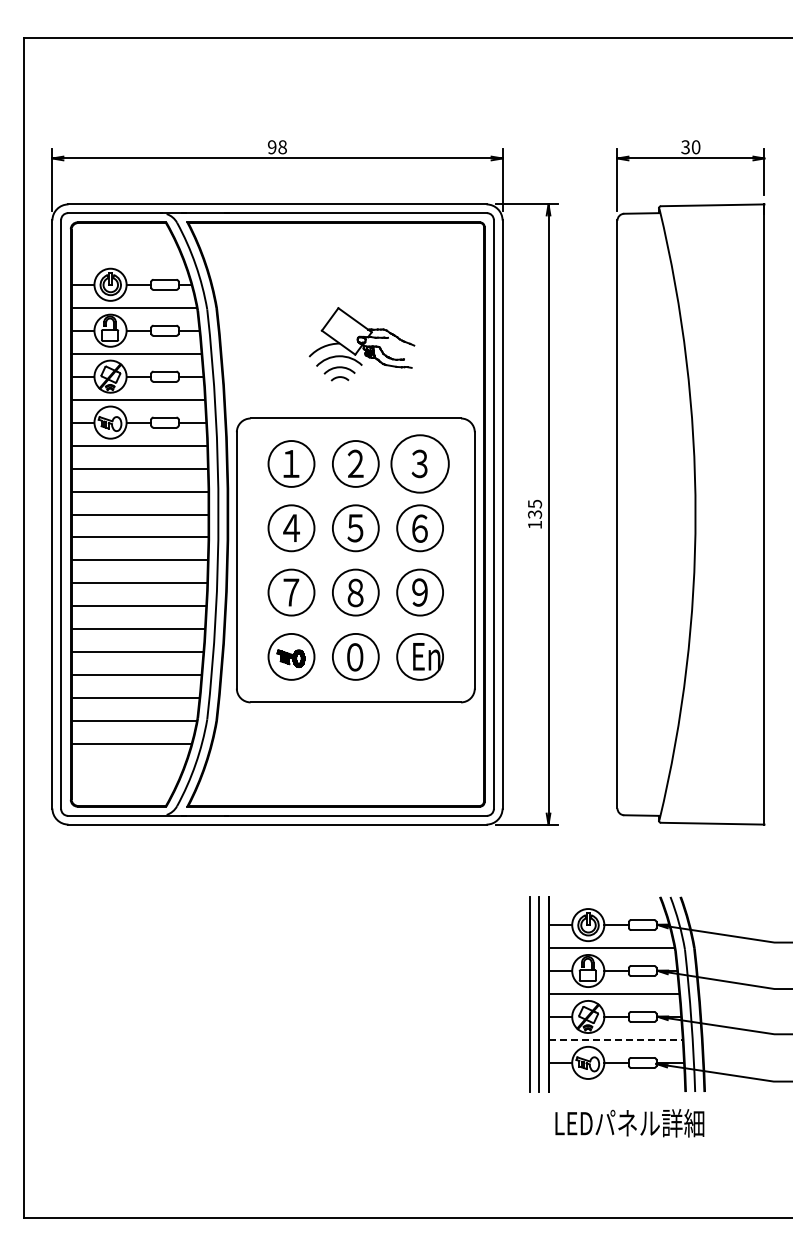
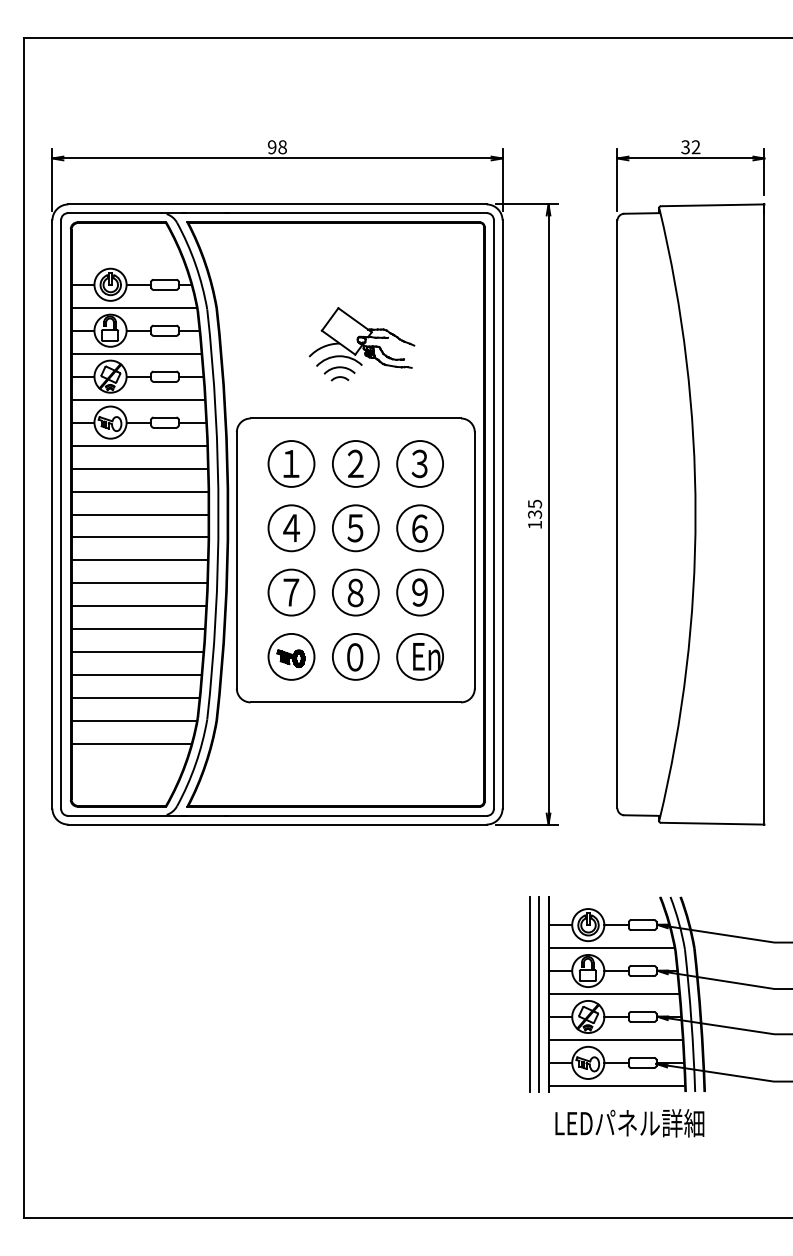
text at (695, 147): 30 -> 32
circle at (419, 463) diameter: 57 px -> 46 px
line at (616, 1039): dashed -> solid
line at (617, 1085): none -> present
